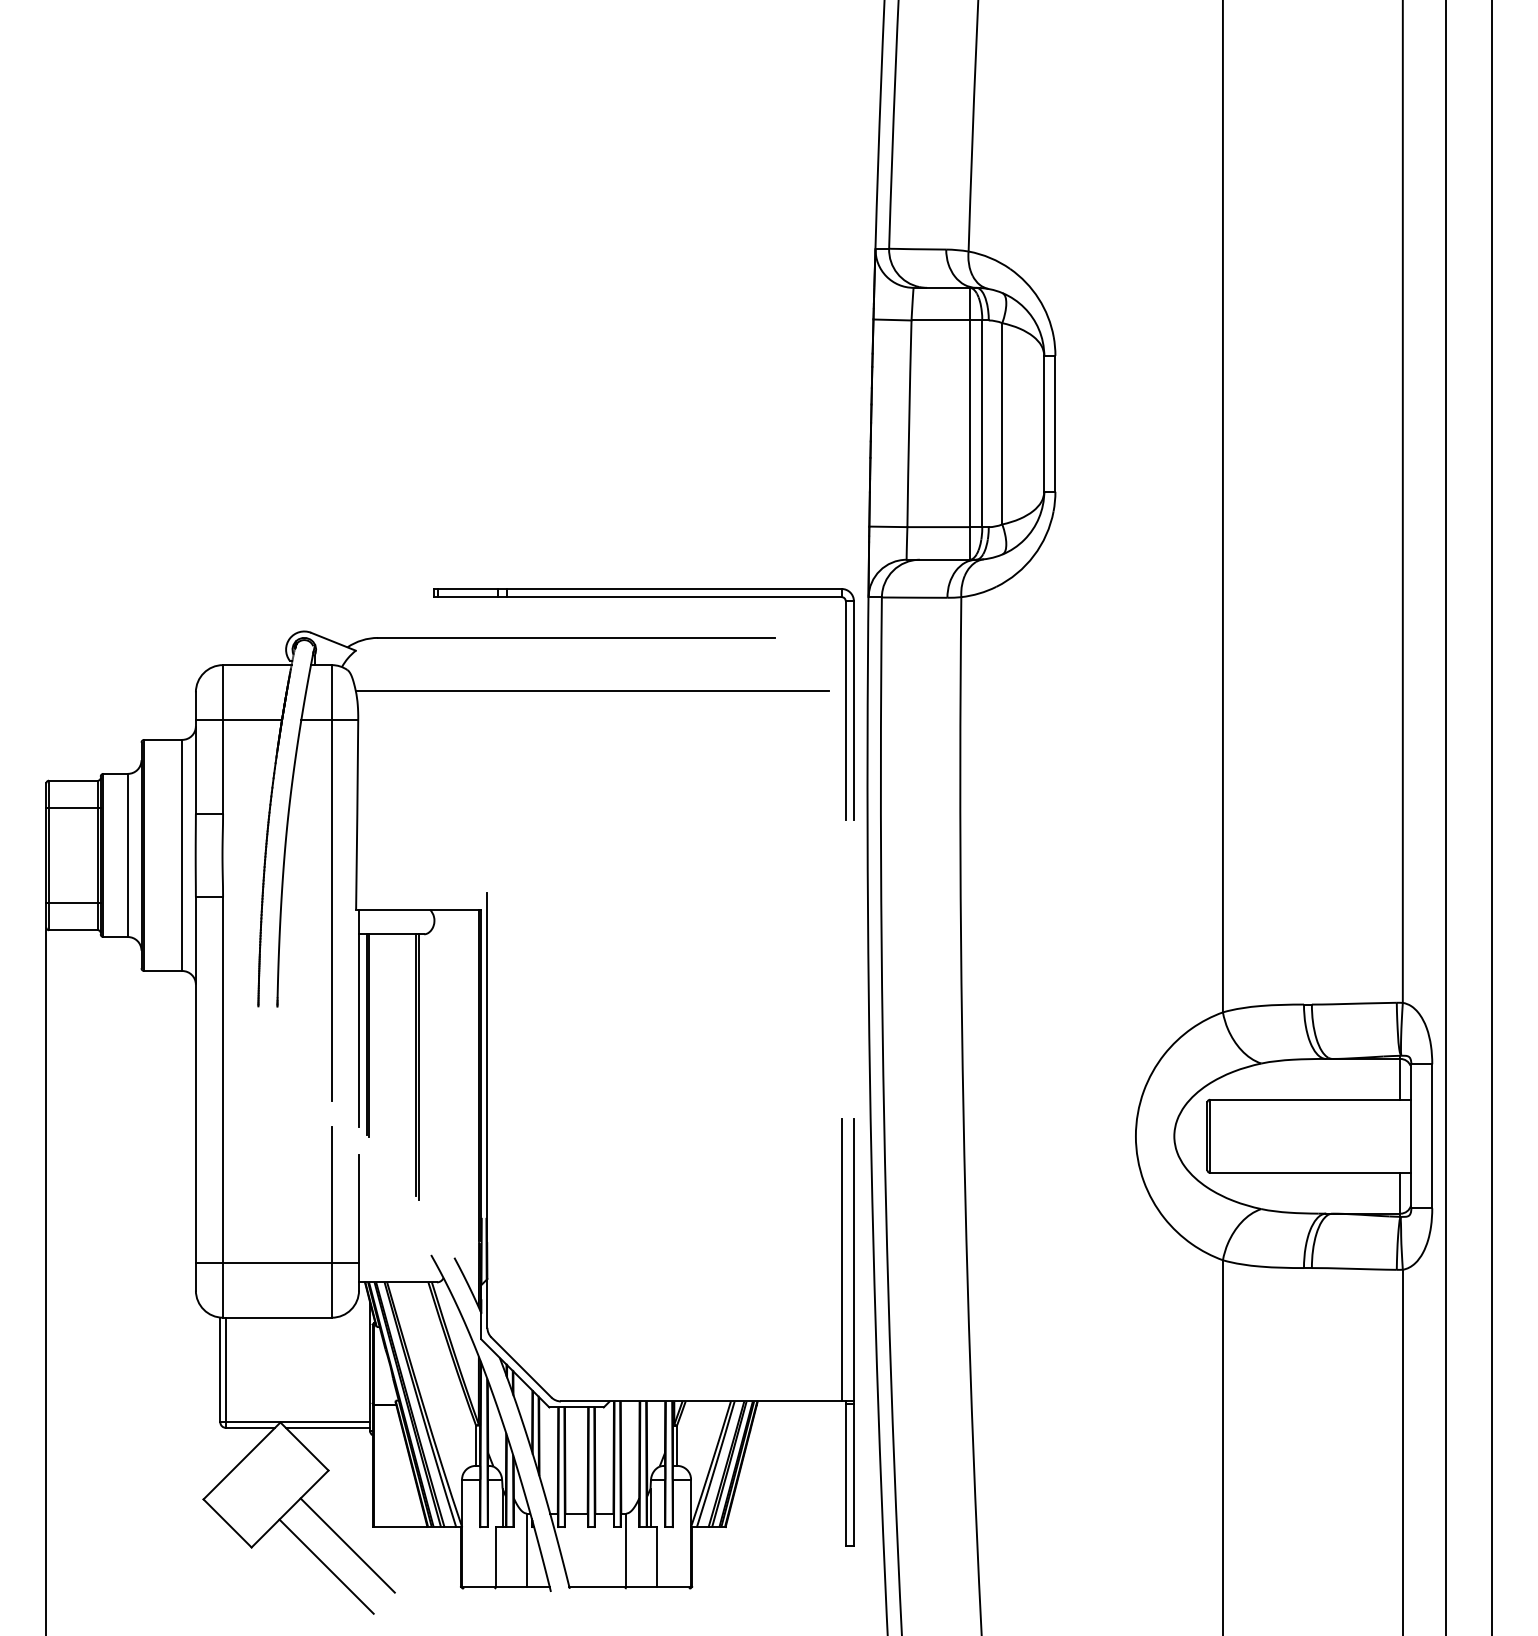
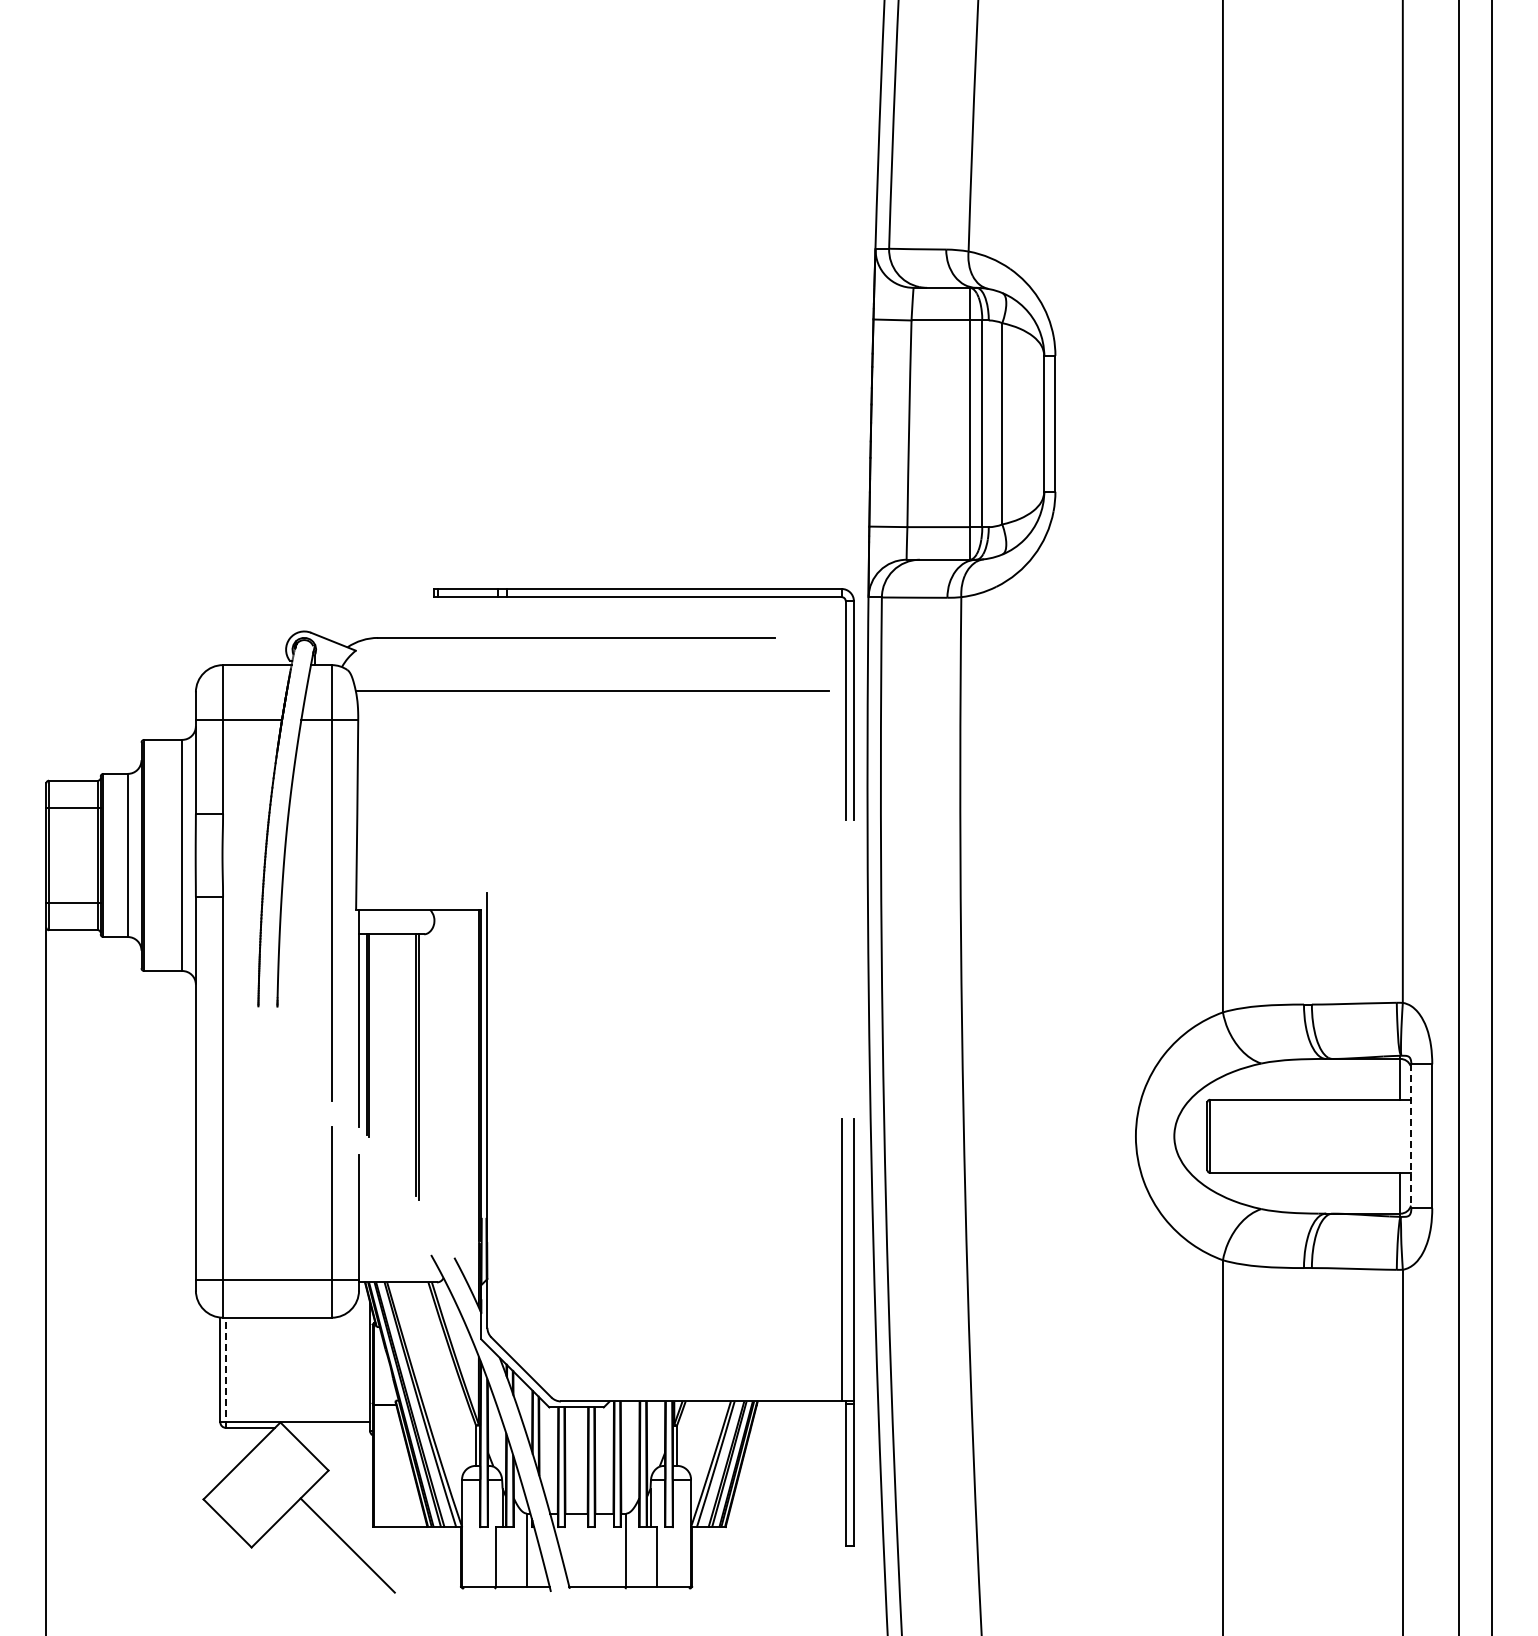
line at (1446, 817) position: (1446, 817) -> (1459, 817)
line at (1411, 1136): solid -> dashed
line at (277, 1263) position: (277, 1263) -> (277, 1280)
line at (225, 1372): solid -> dashed
line at (327, 1427): present -> none
line at (326, 1566): present -> none
